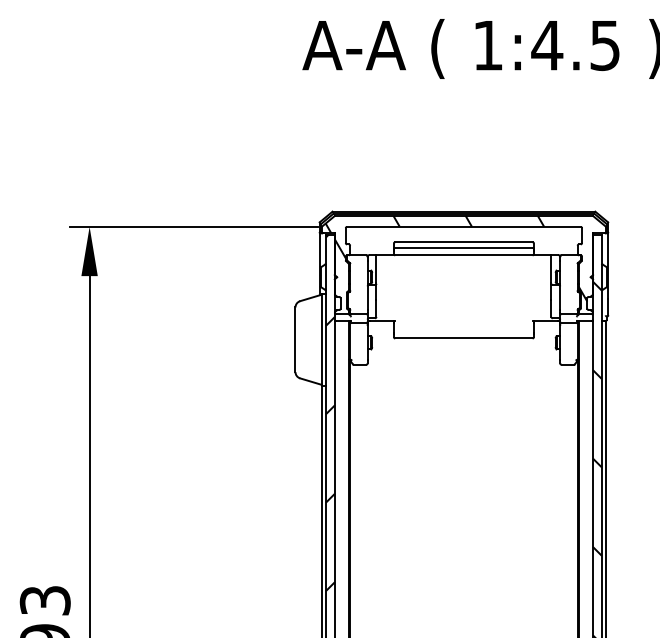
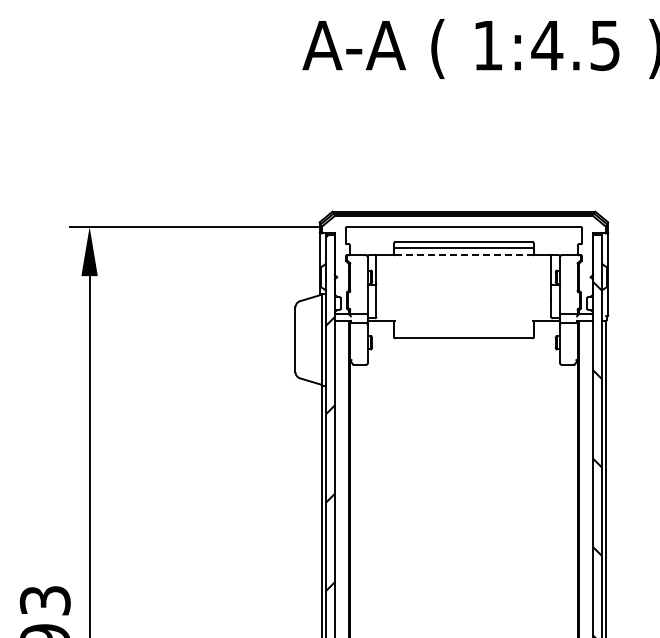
line at (463, 255): solid -> dashed
hatch at (456, 258): present -> none
